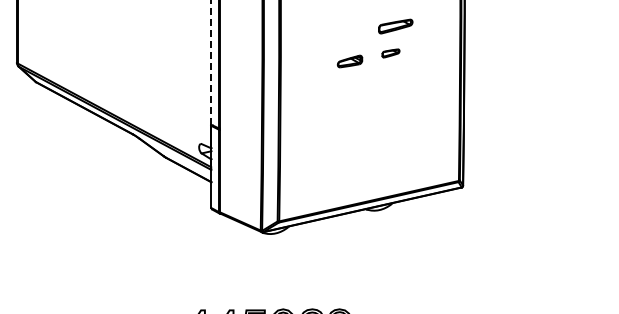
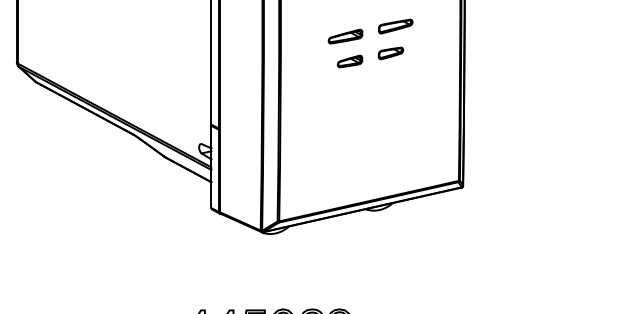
part at (345, 36): none -> present
part at (390, 53) size: 20x11 px -> 28x15 px
line at (211, 62): dashed -> solid
